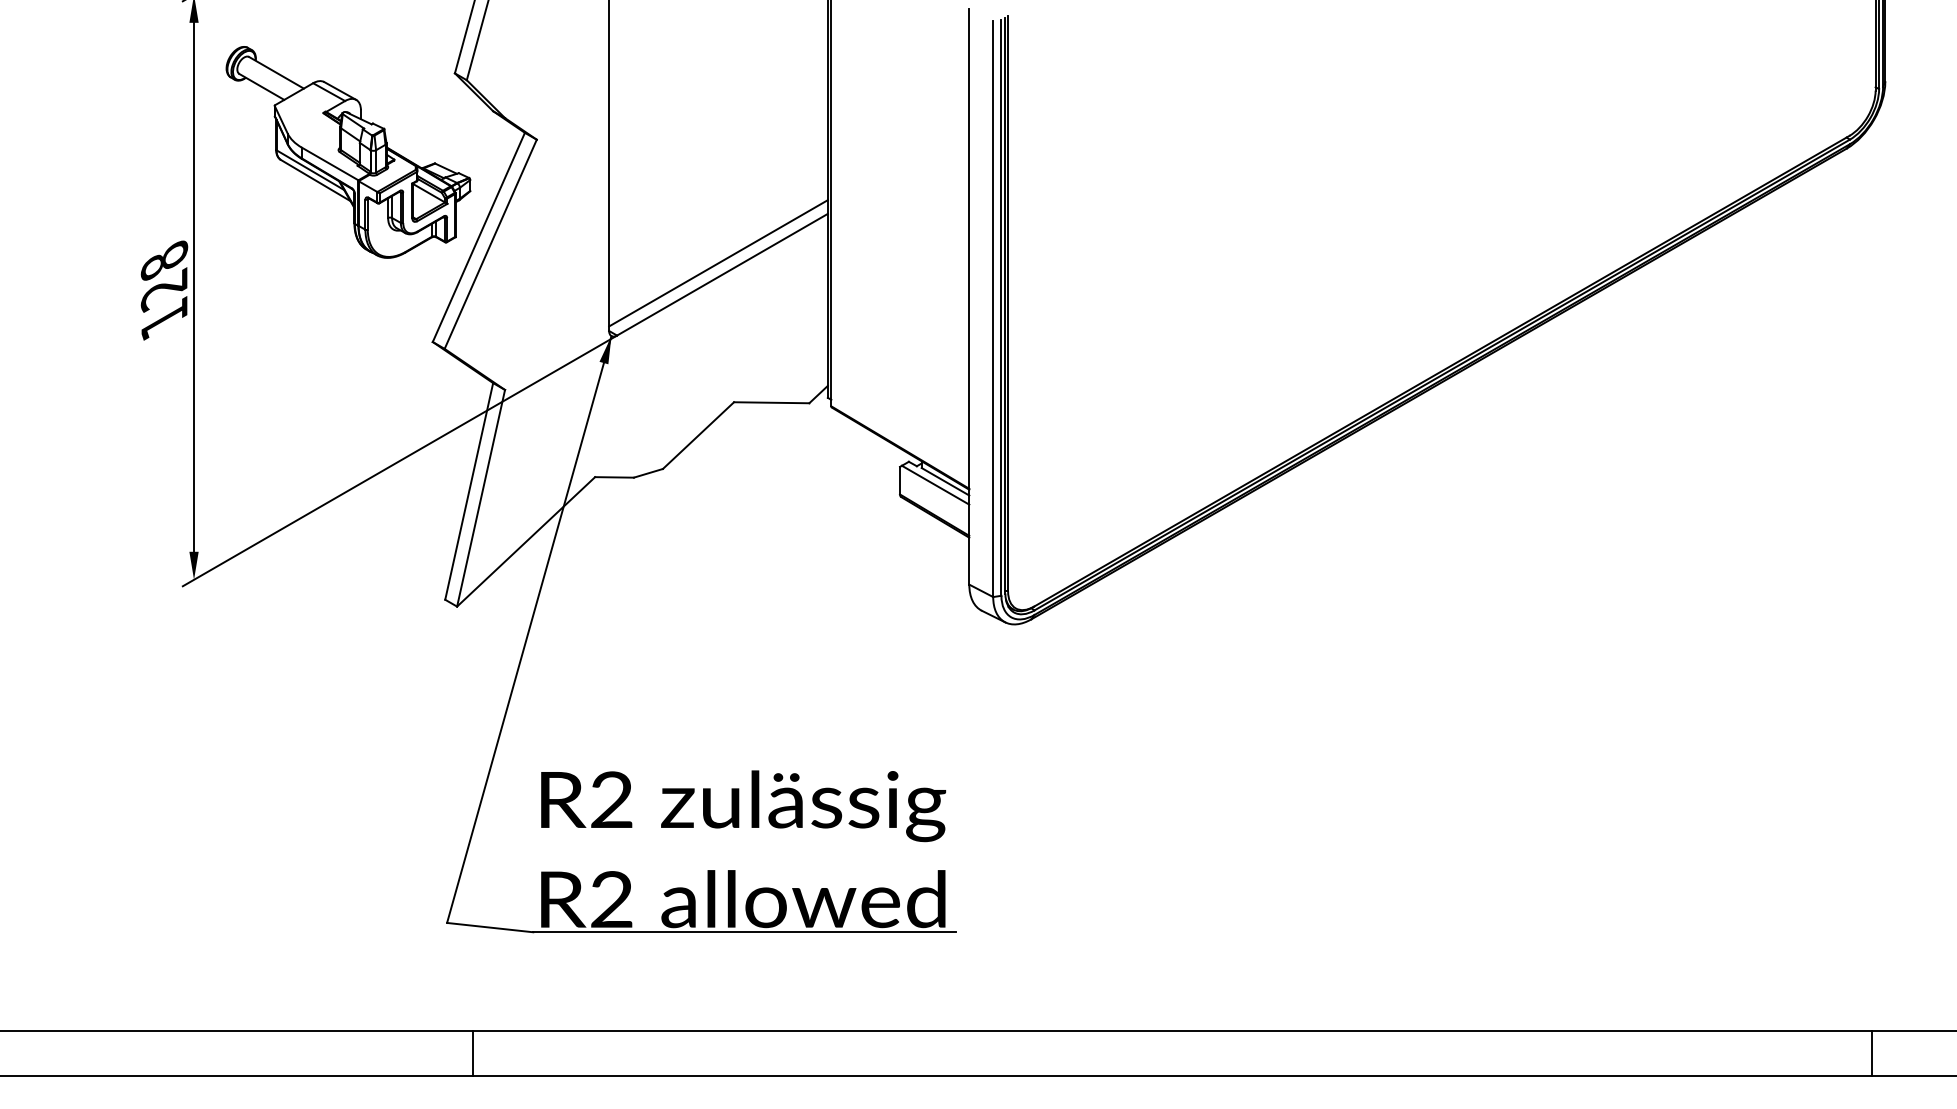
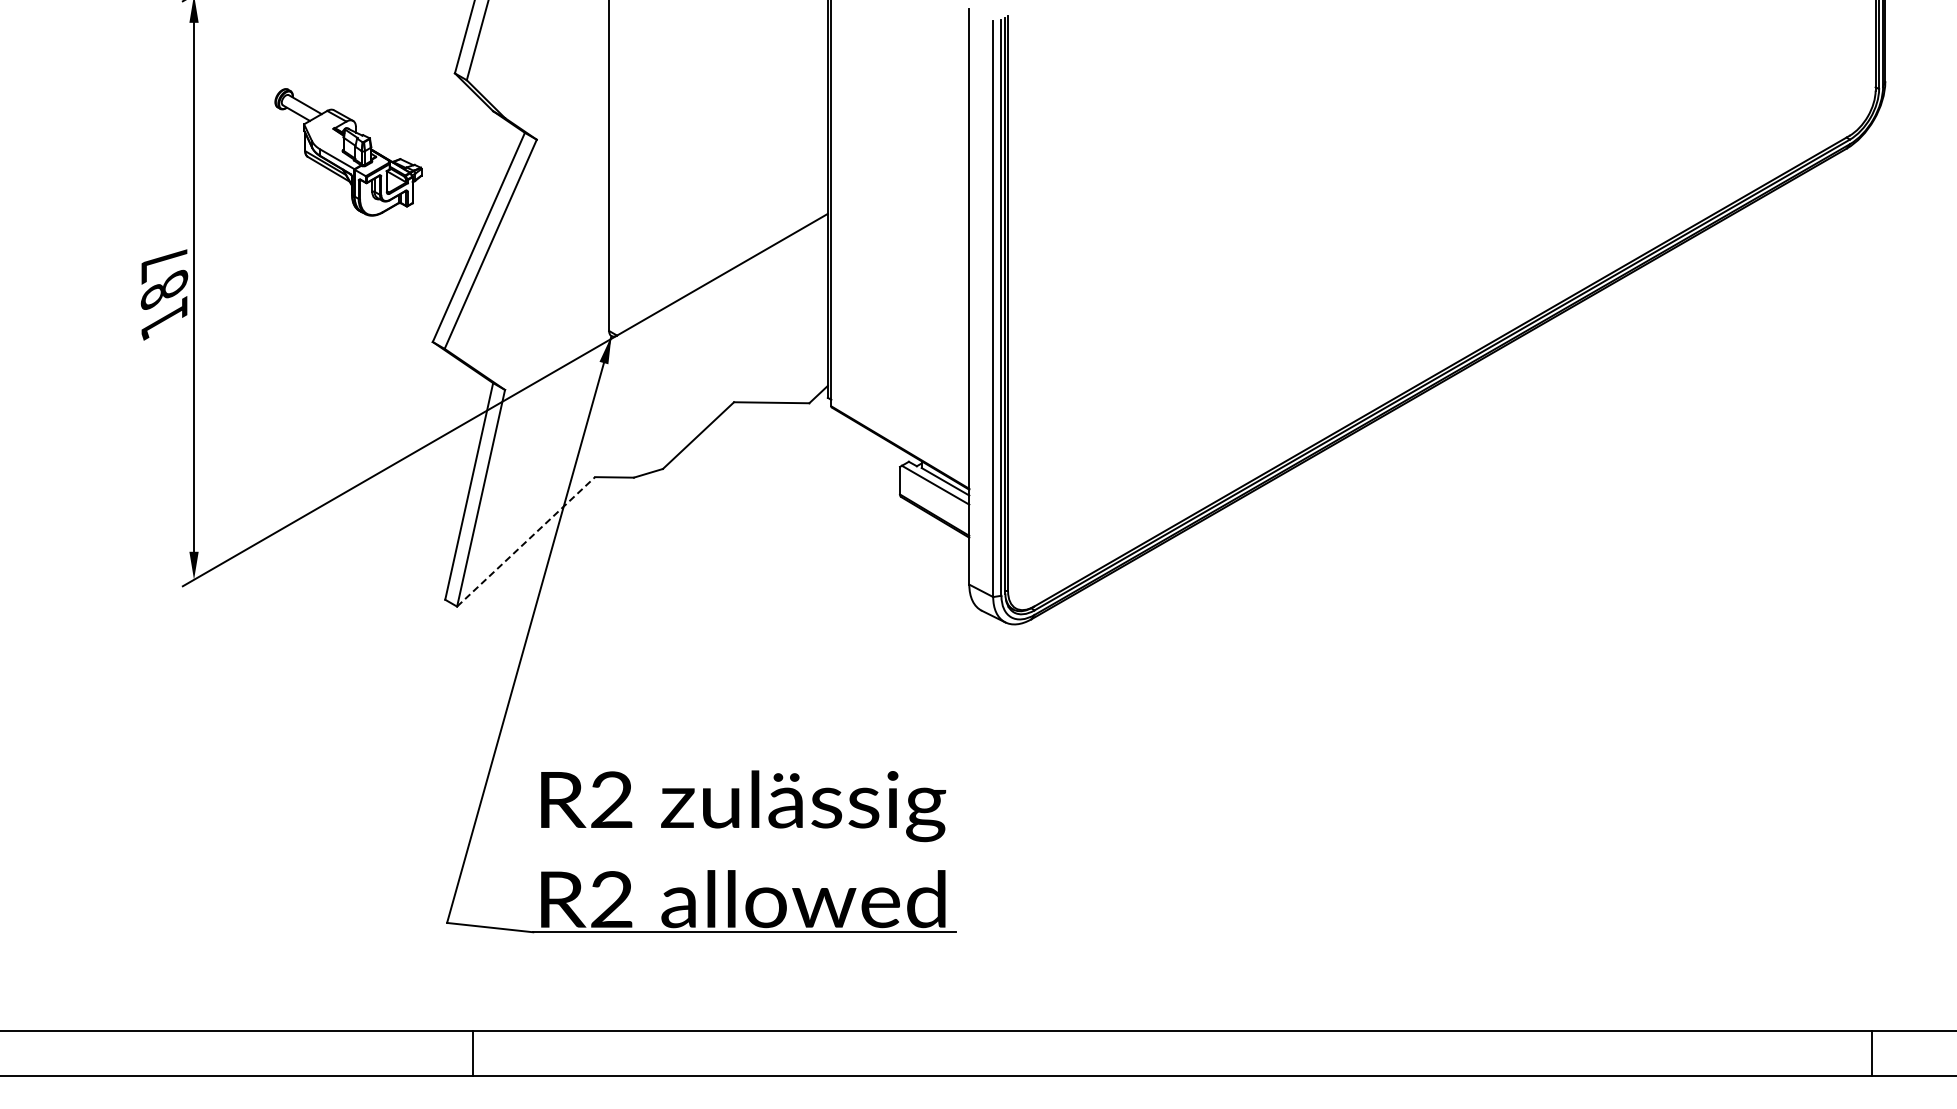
part at (348, 152) size: 247x213 px -> 149x129 px
line at (718, 263): present -> none
text at (164, 276): 128 -> 187
line at (526, 541): solid -> dashed
